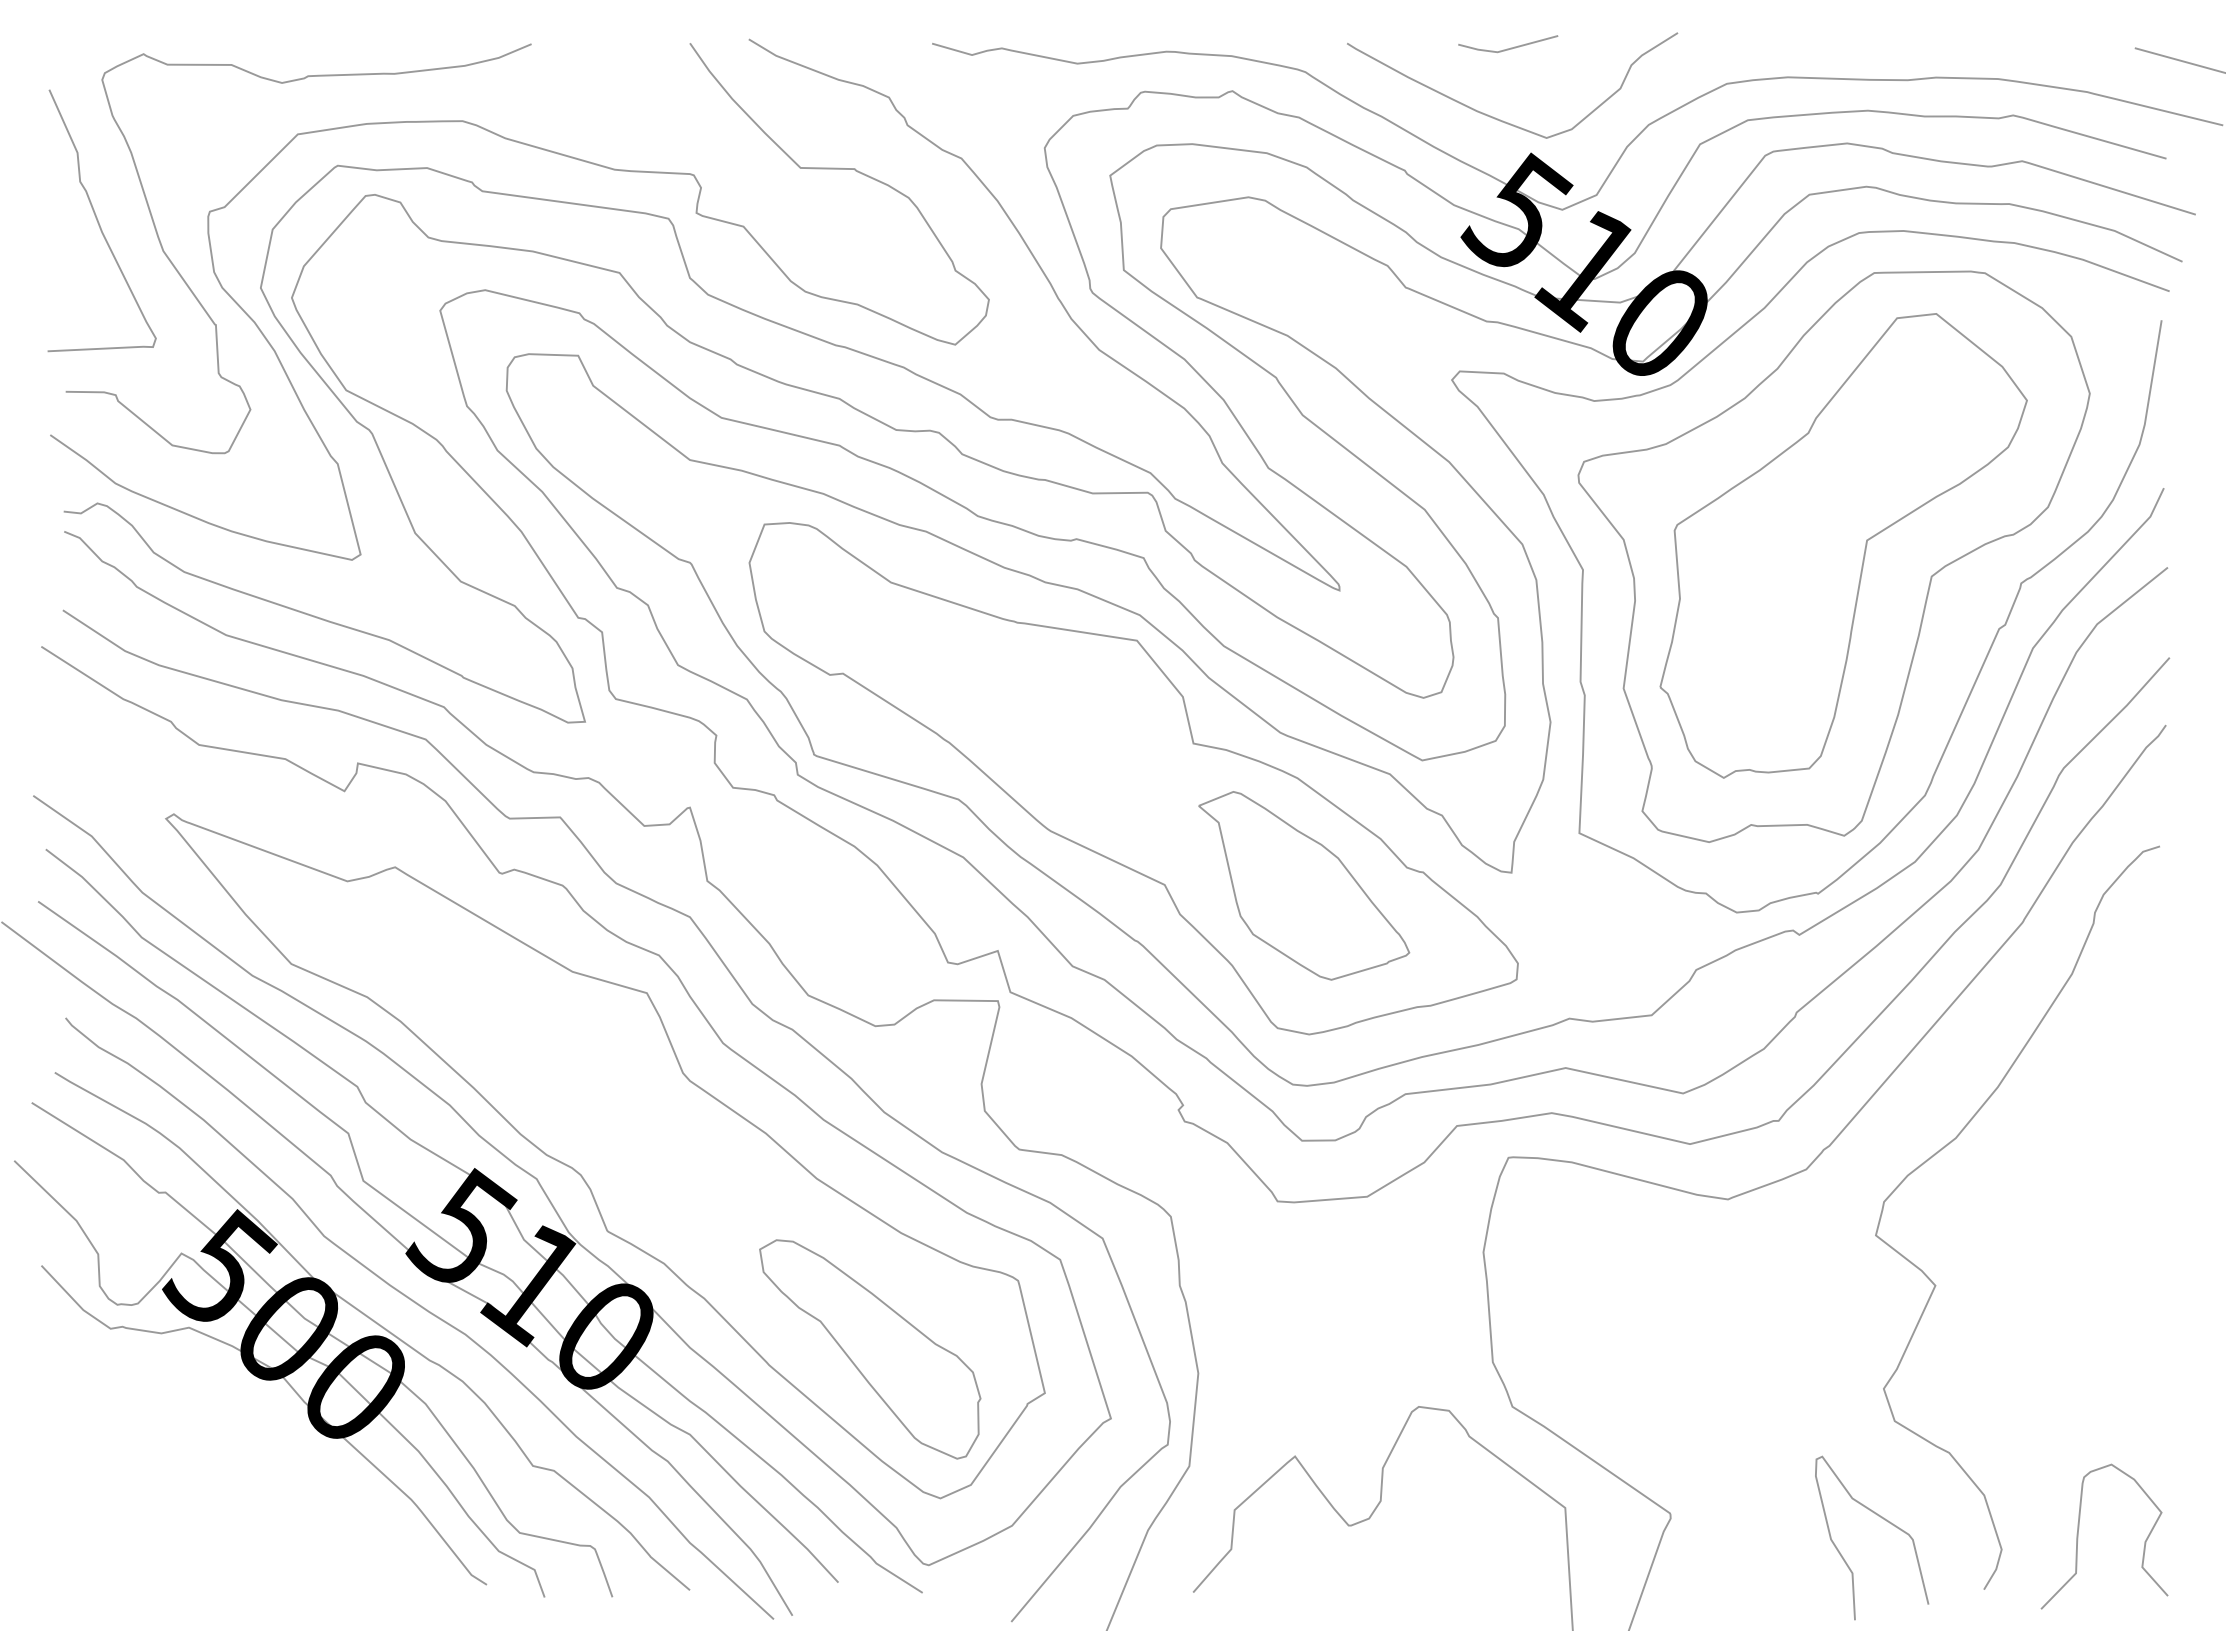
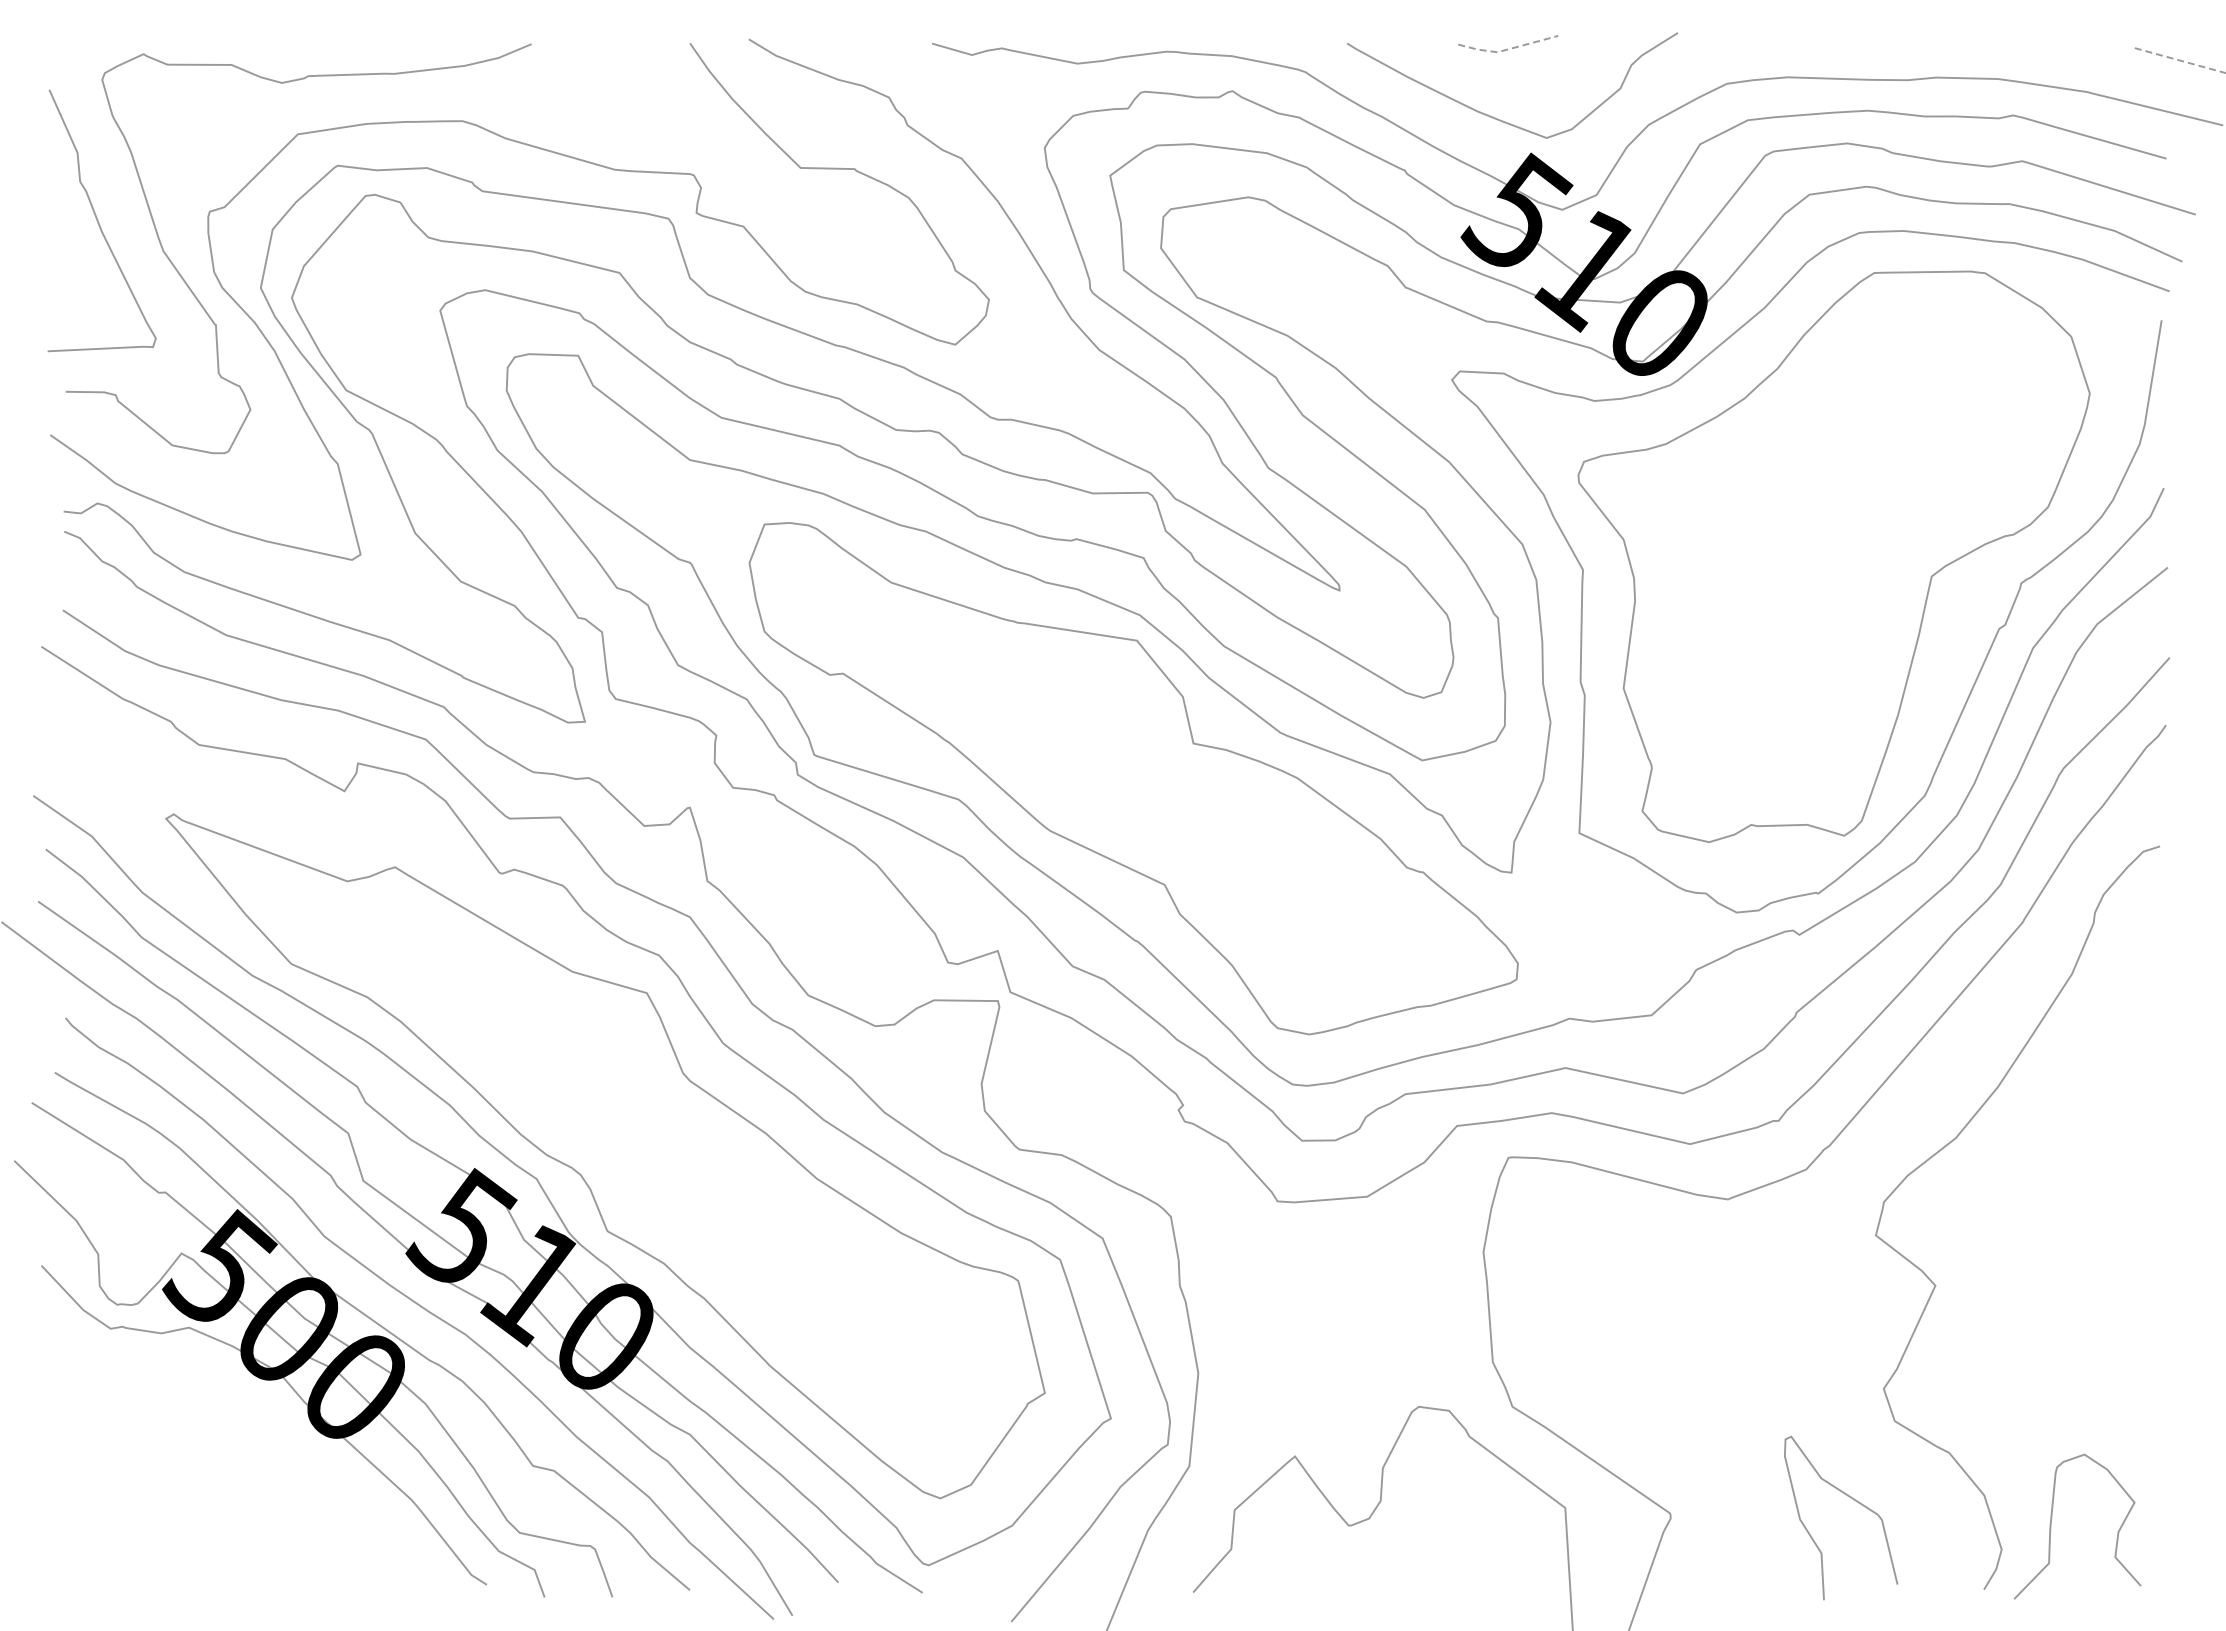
line at (1507, 49): solid -> dashed
line at (2180, 60): solid -> dashed
part at (1843, 545): present -> none
part at (1303, 885): present -> none
part at (870, 1349): present -> none
curve at (1883, 1519) position: (1883, 1519) -> (1852, 1499)
curve at (2078, 1536) position: (2078, 1536) -> (2051, 1526)
